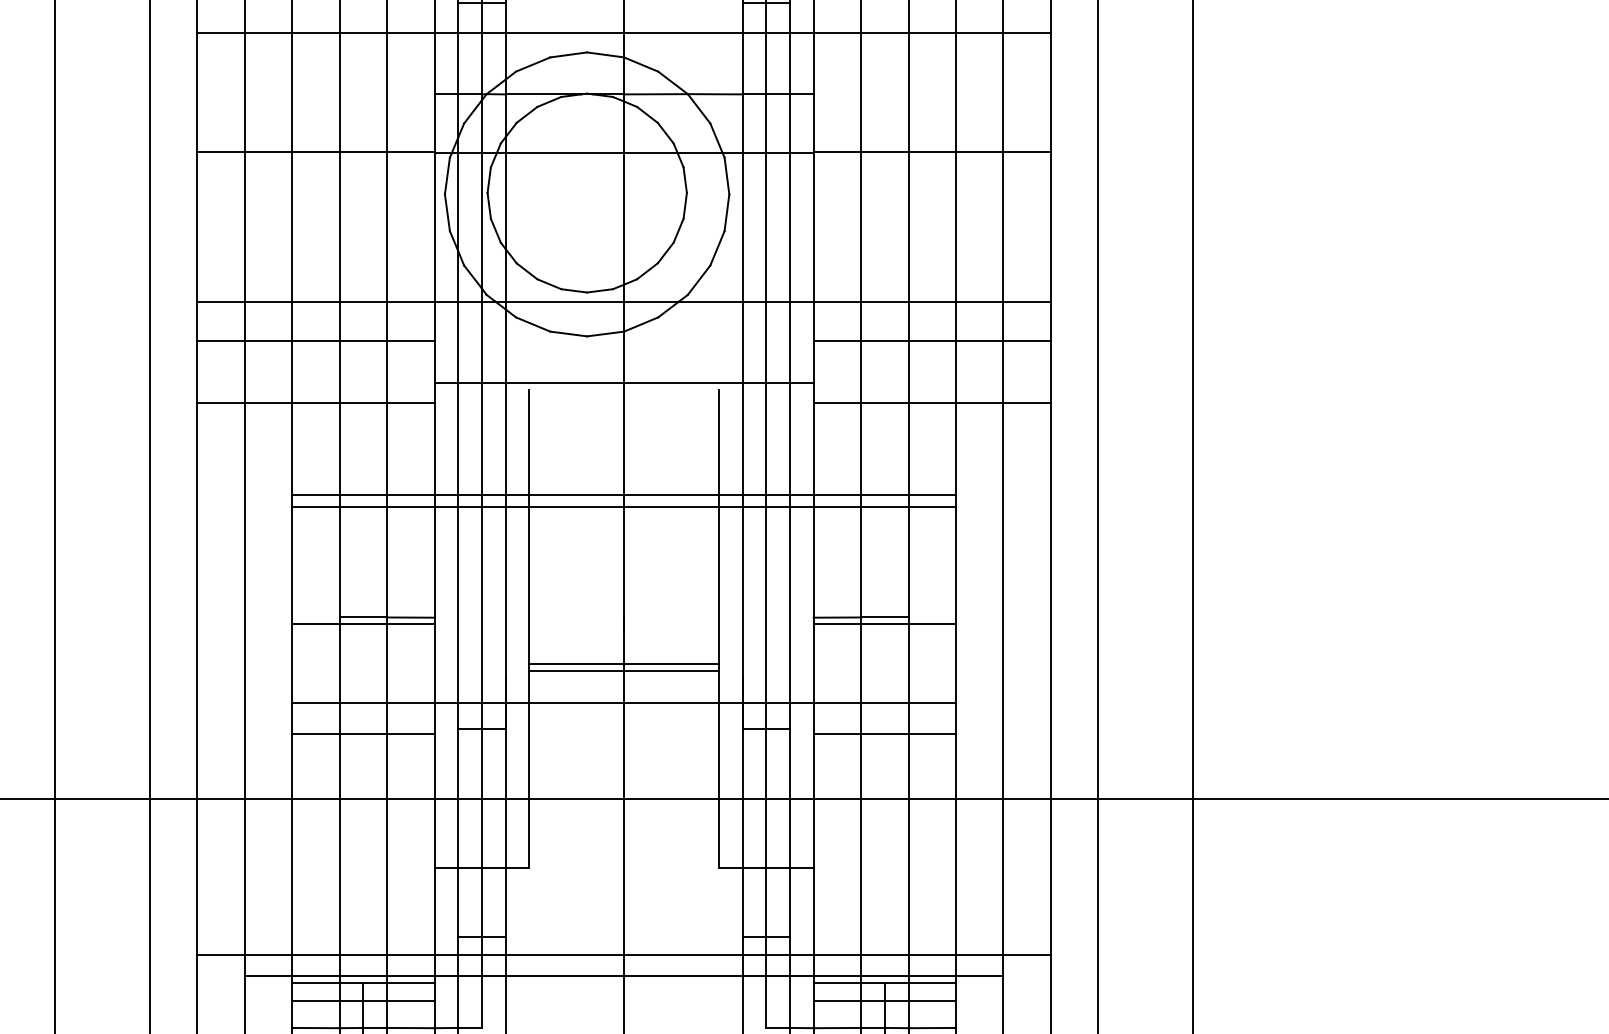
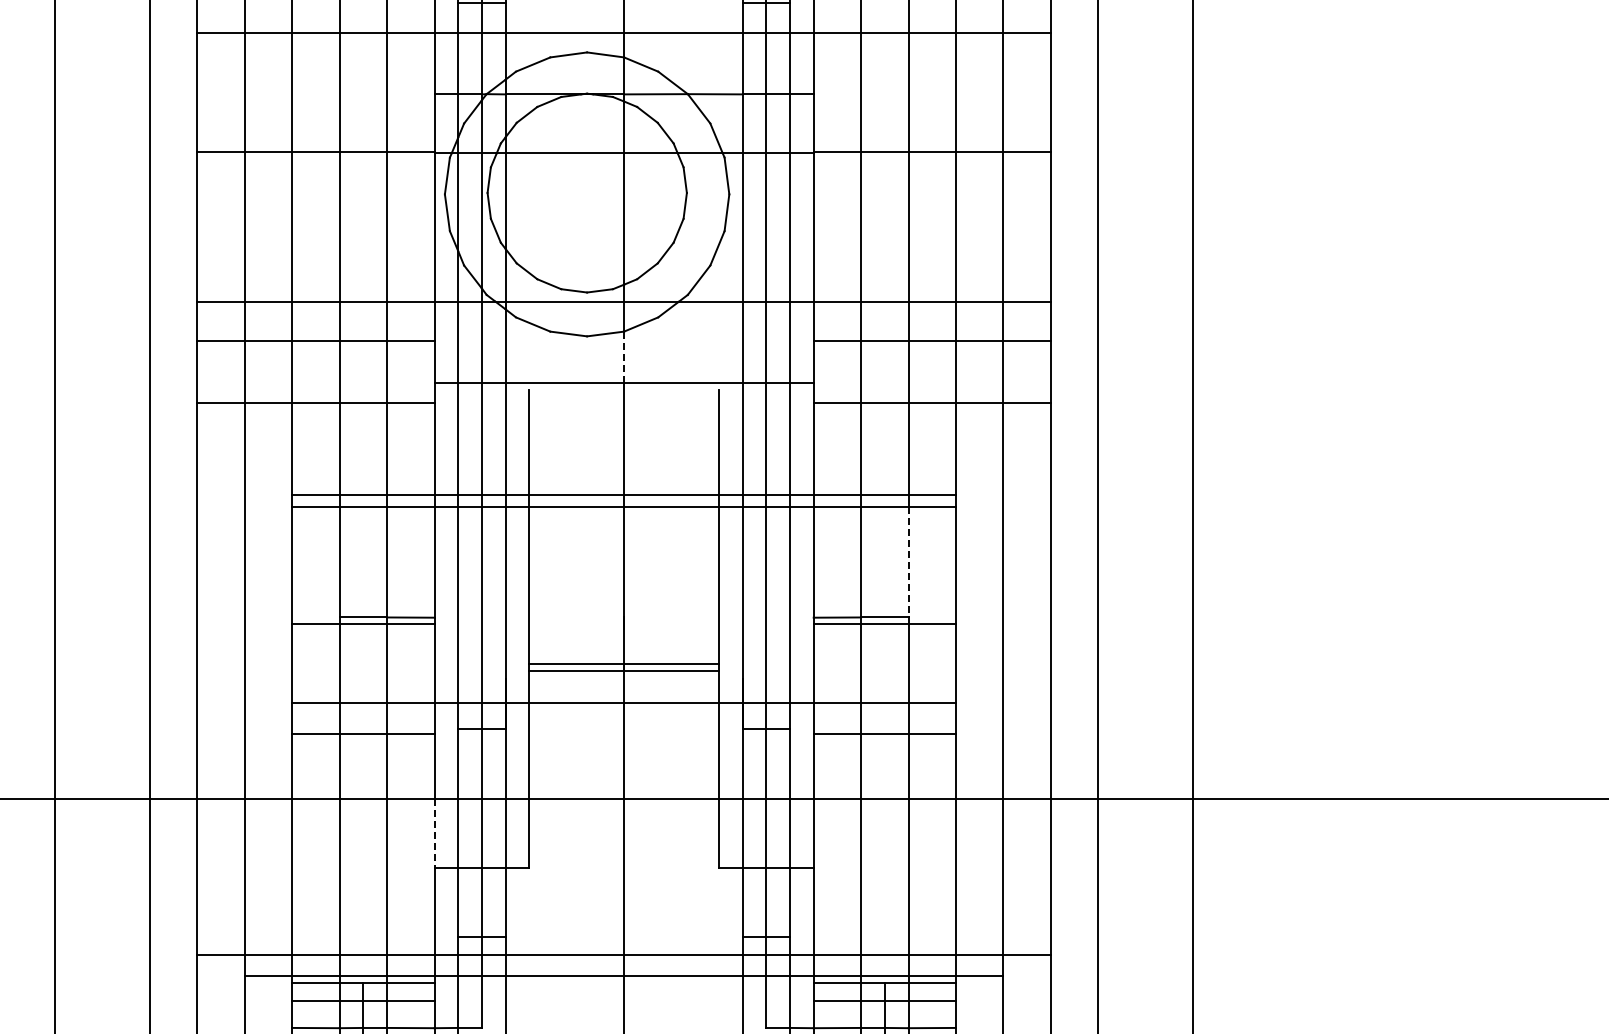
line at (624, 357): solid -> dashed
line at (908, 562): solid -> dashed
line at (434, 833): solid -> dashed
